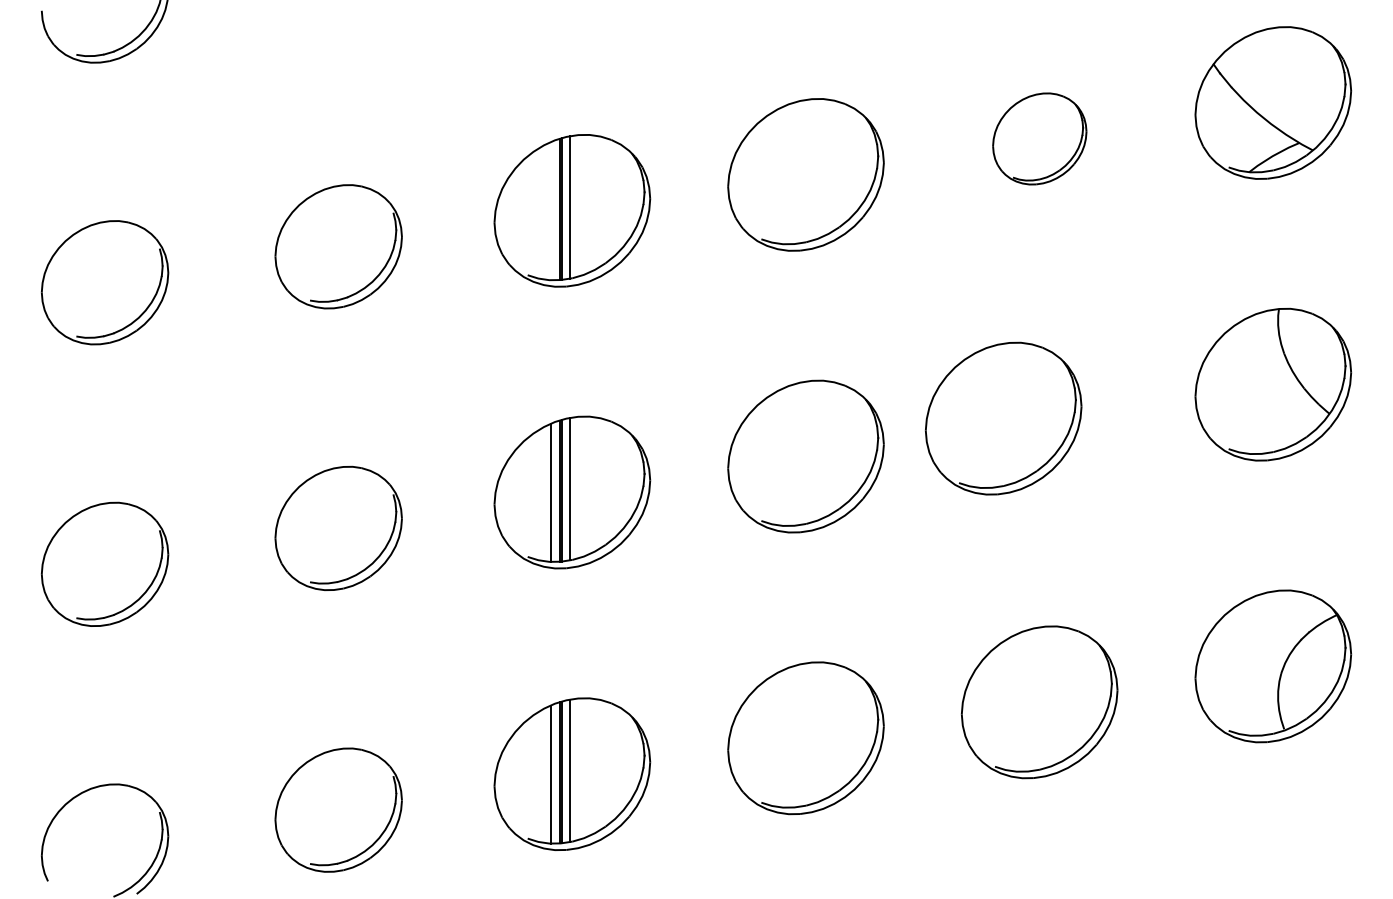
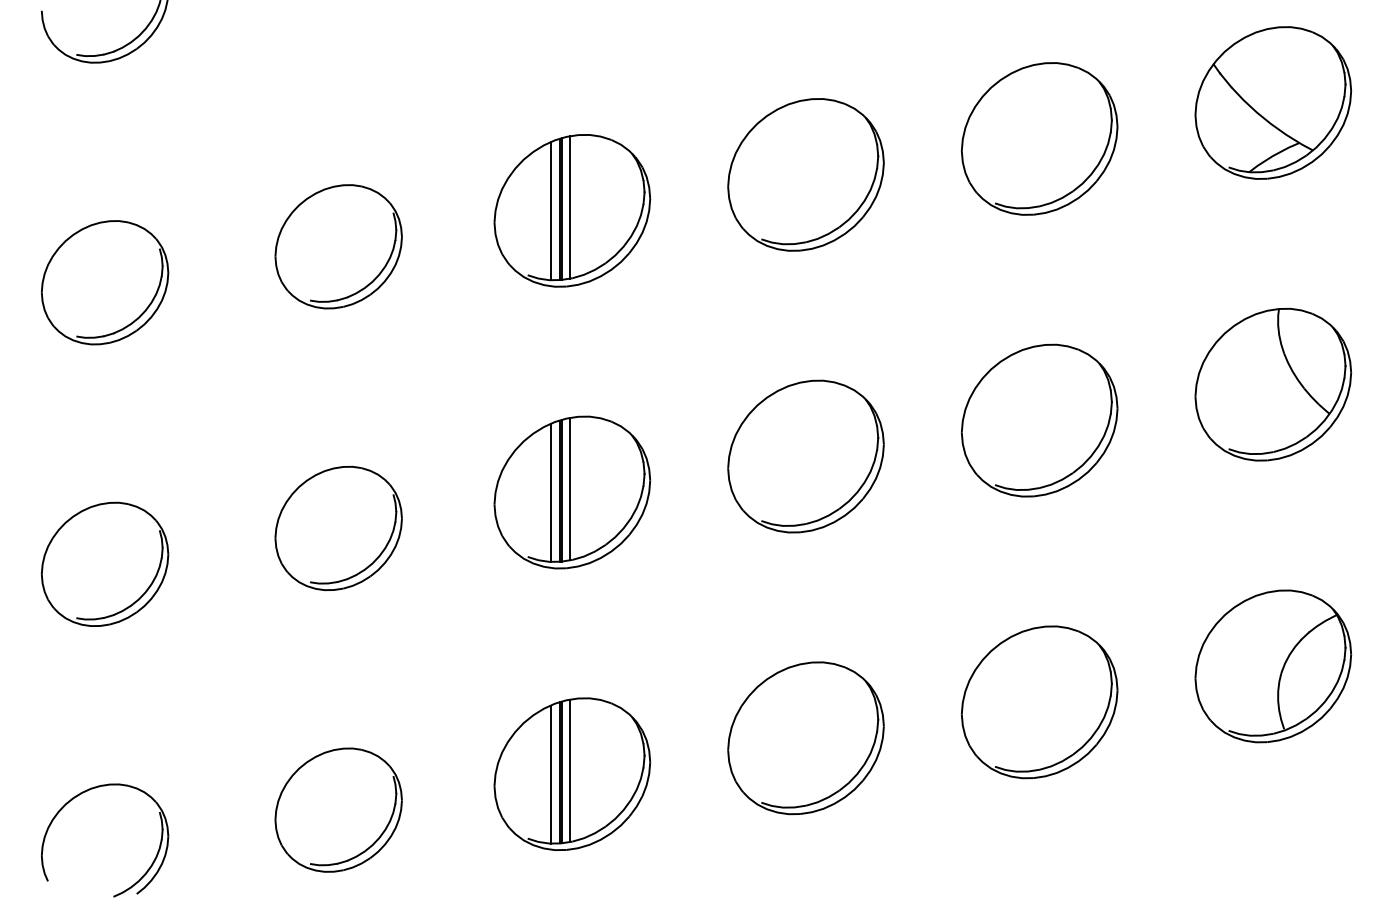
part at (1039, 138) size: 96x94 px -> 158x154 px
line at (551, 211): none -> present
part at (1003, 418) position: (1003, 418) -> (1039, 420)
